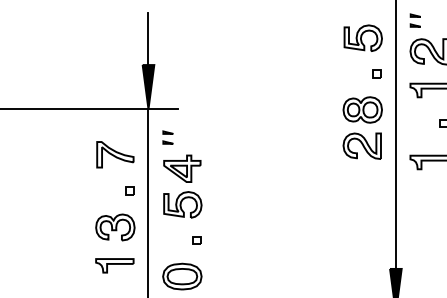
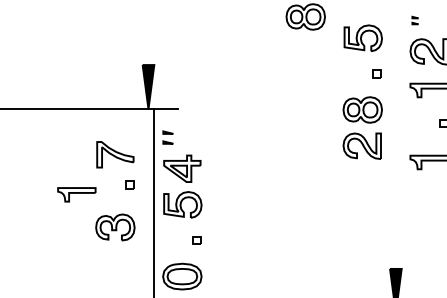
part at (305, 16): none -> present
part at (414, 20) size: 12x15 px -> 8x11 px
line at (148, 38): present -> none
line at (395, 135): present -> none
part at (129, 190) position: (129, 190) -> (129, 184)
line at (148, 201) position: (148, 201) -> (154, 201)
part at (114, 265) position: (114, 265) -> (76, 194)
